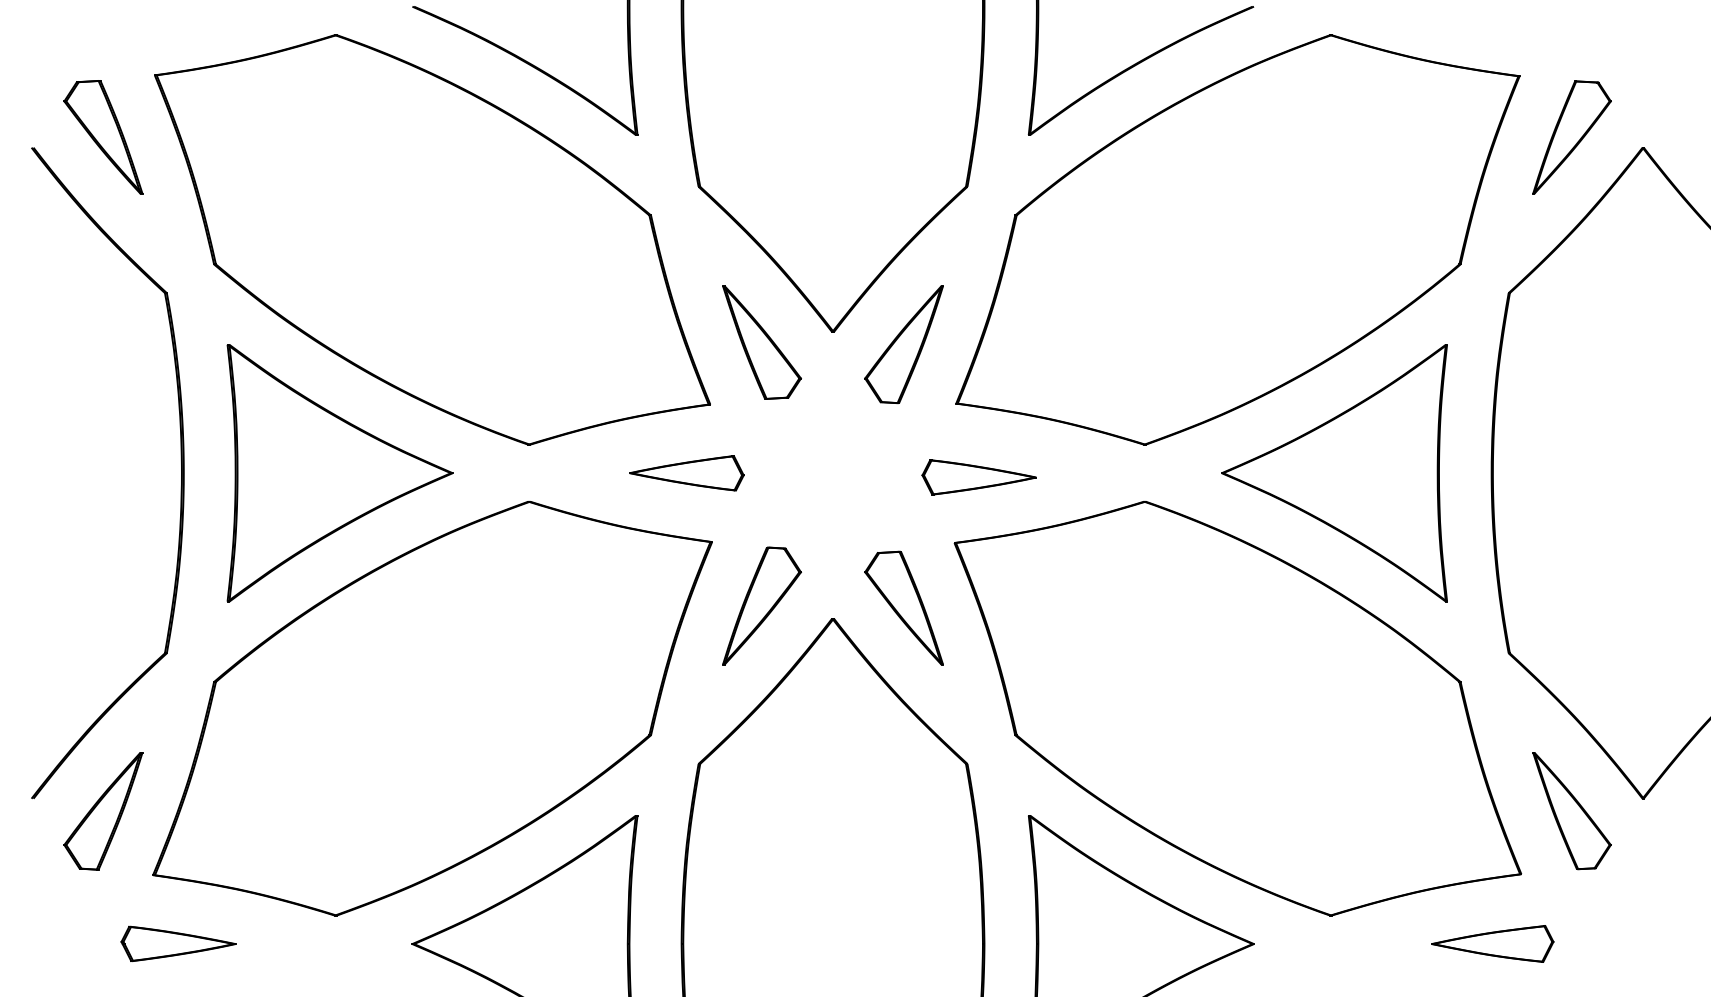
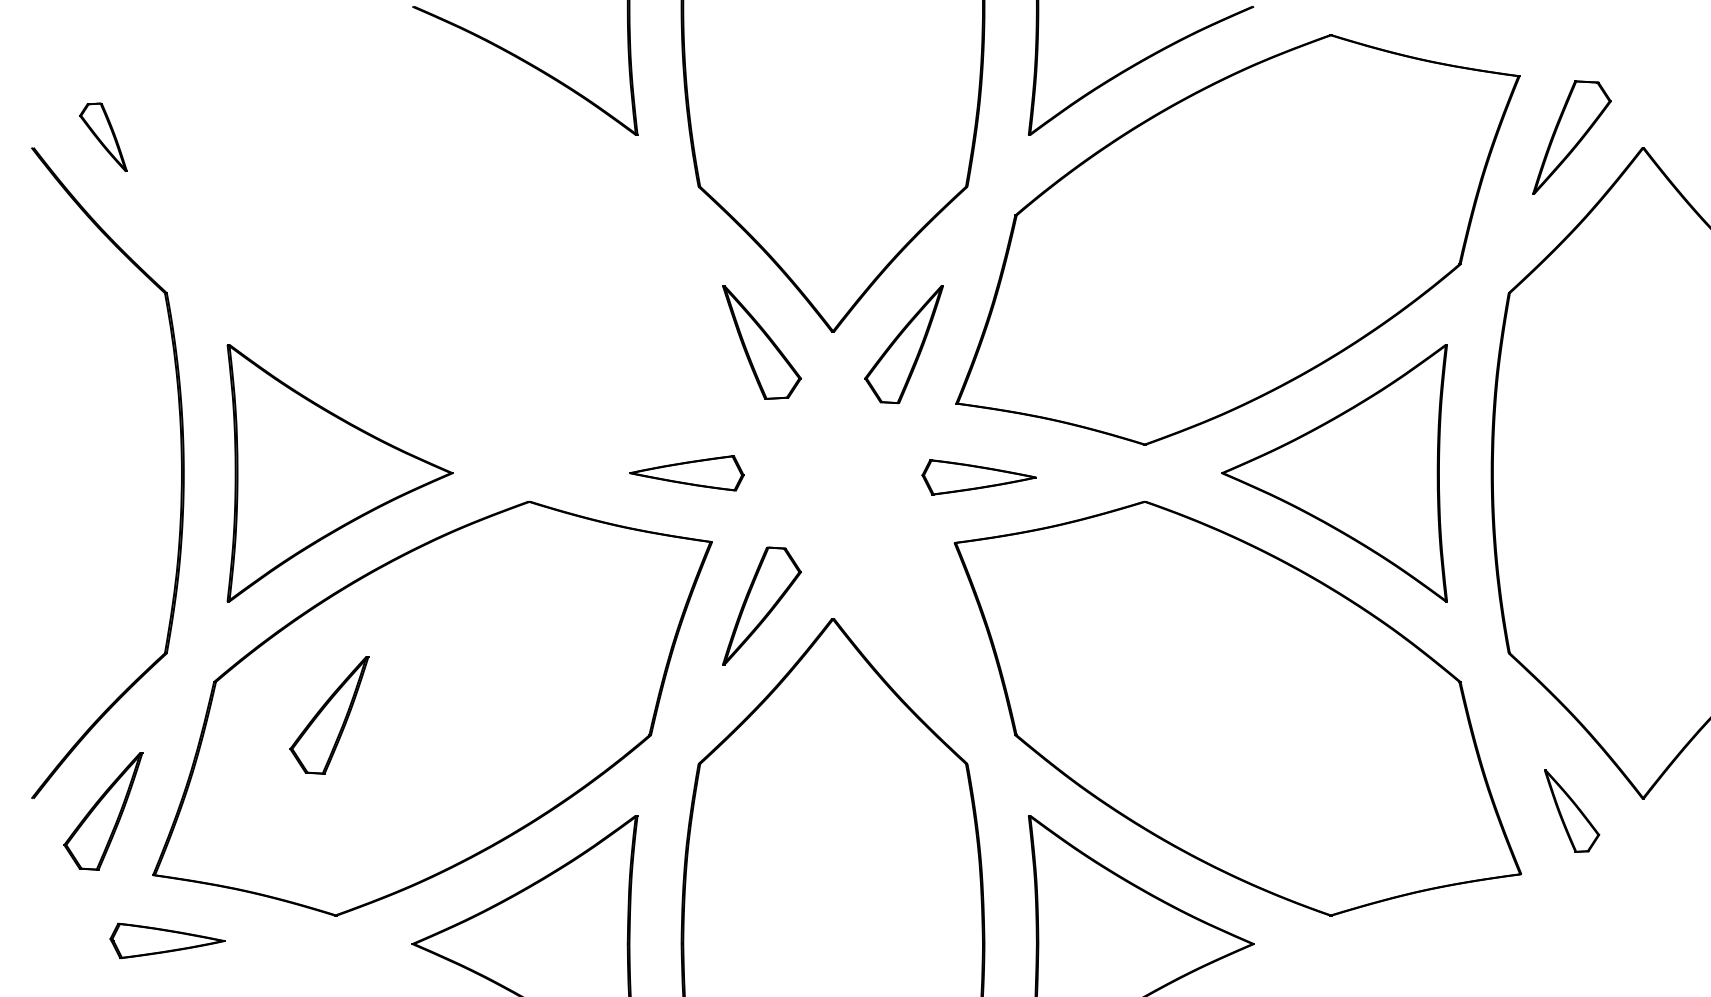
part at (103, 137) size: 81x115 px -> 49x70 px
part at (432, 239): present -> none
part at (903, 607): present -> none
part at (329, 715): none -> present
part at (1571, 811) size: 80x119 px -> 57x84 px
part at (178, 943) position: (178, 943) -> (167, 940)
part at (1492, 943): present -> none
